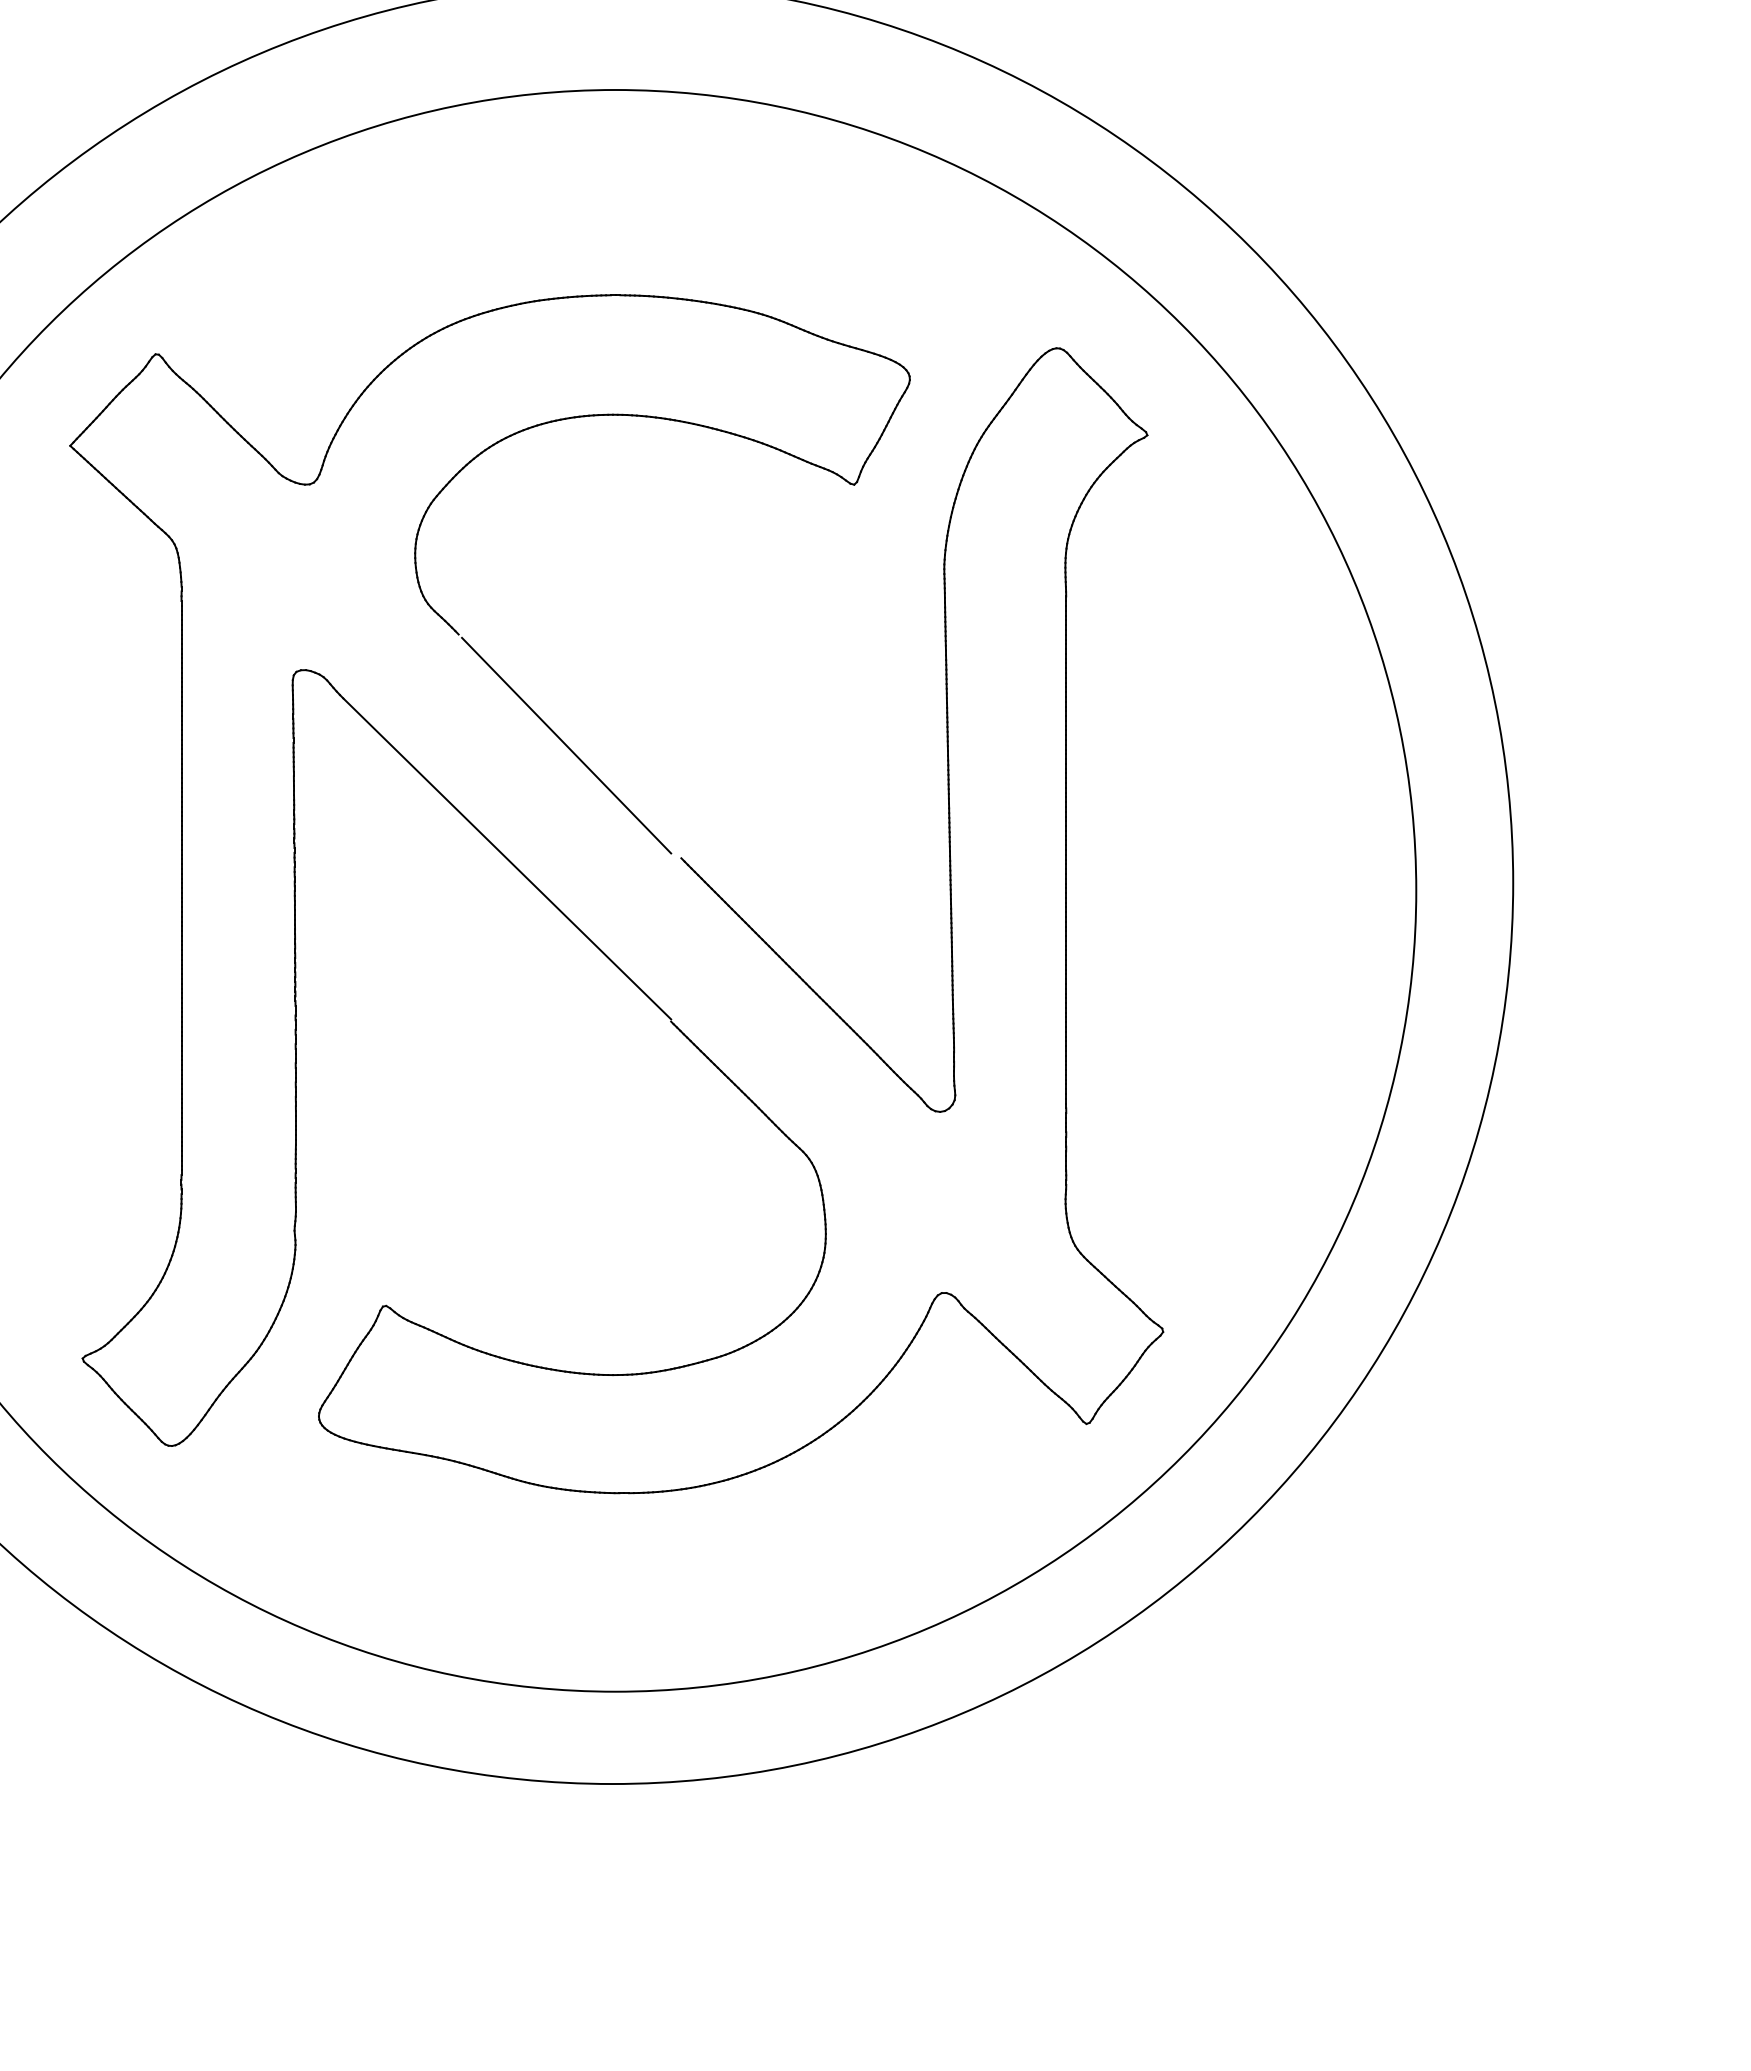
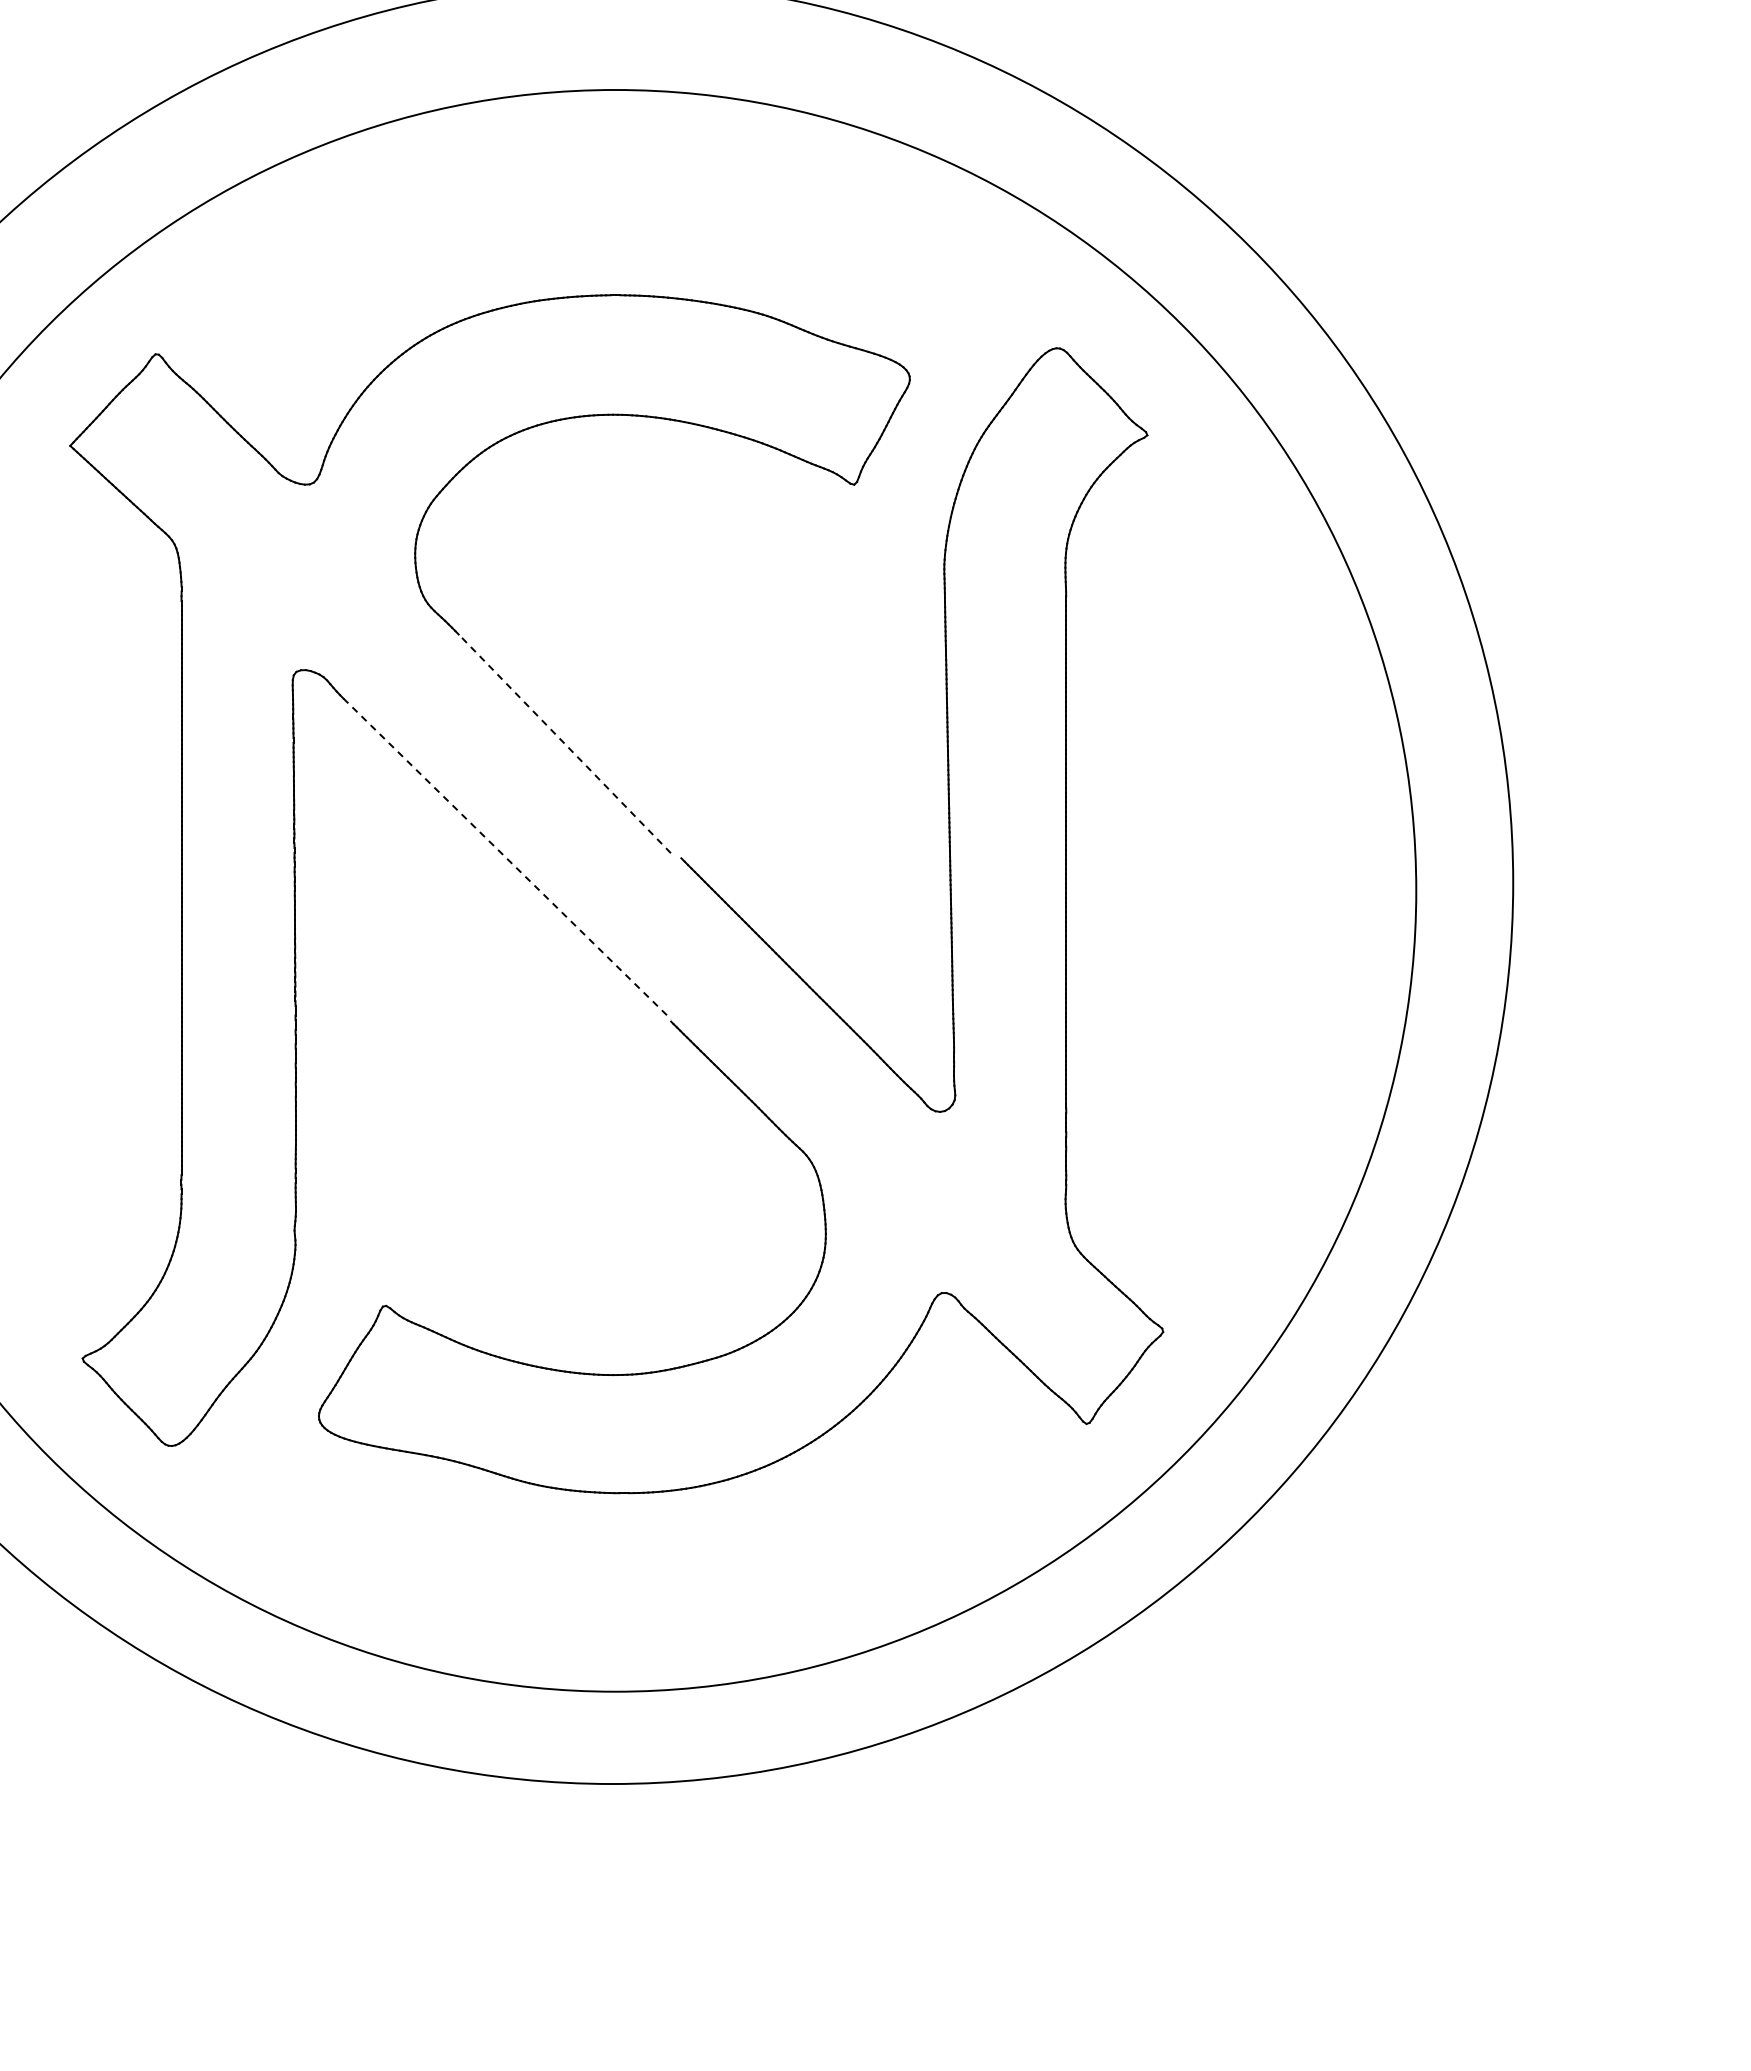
line at (566, 746): solid -> dashed
line at (507, 859): solid -> dashed
